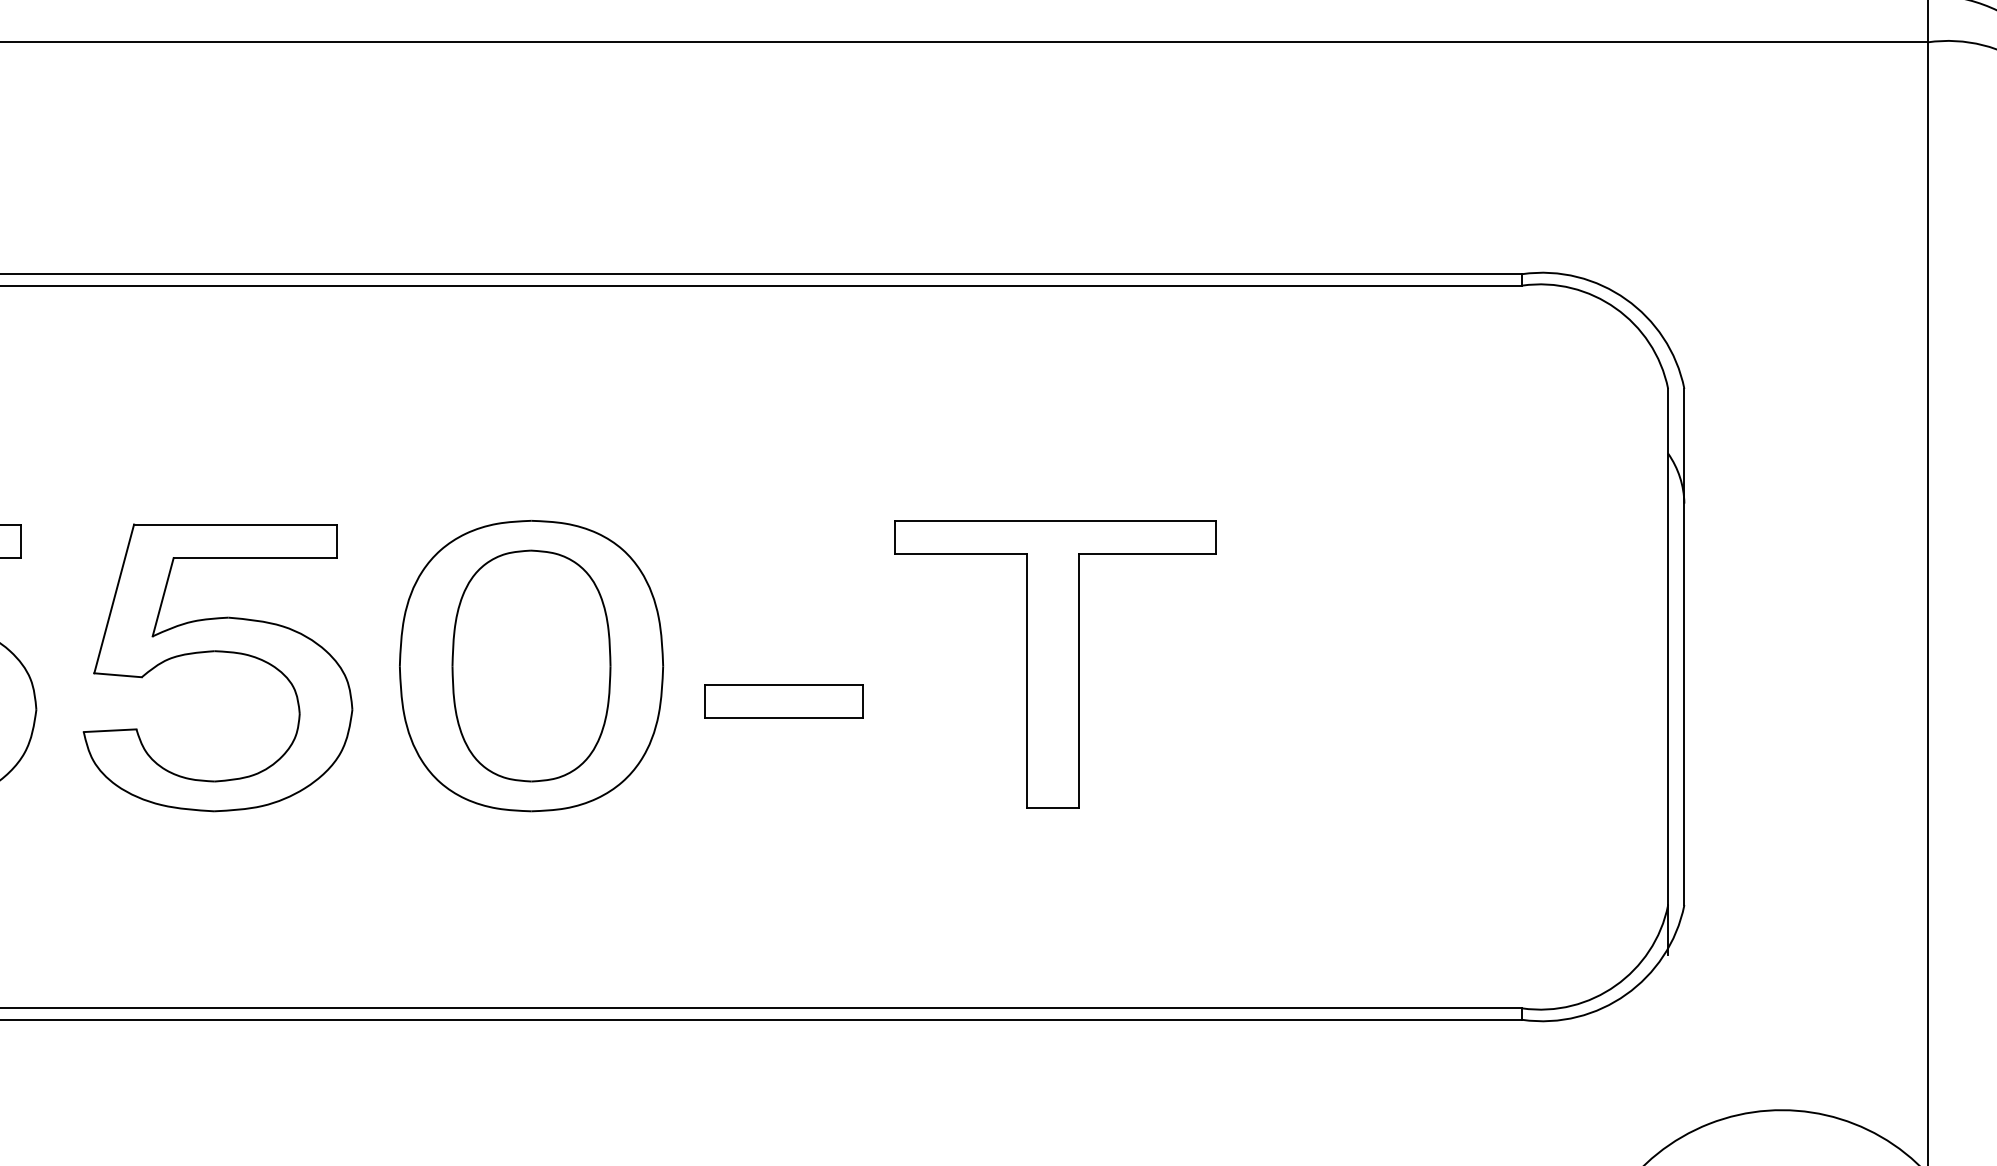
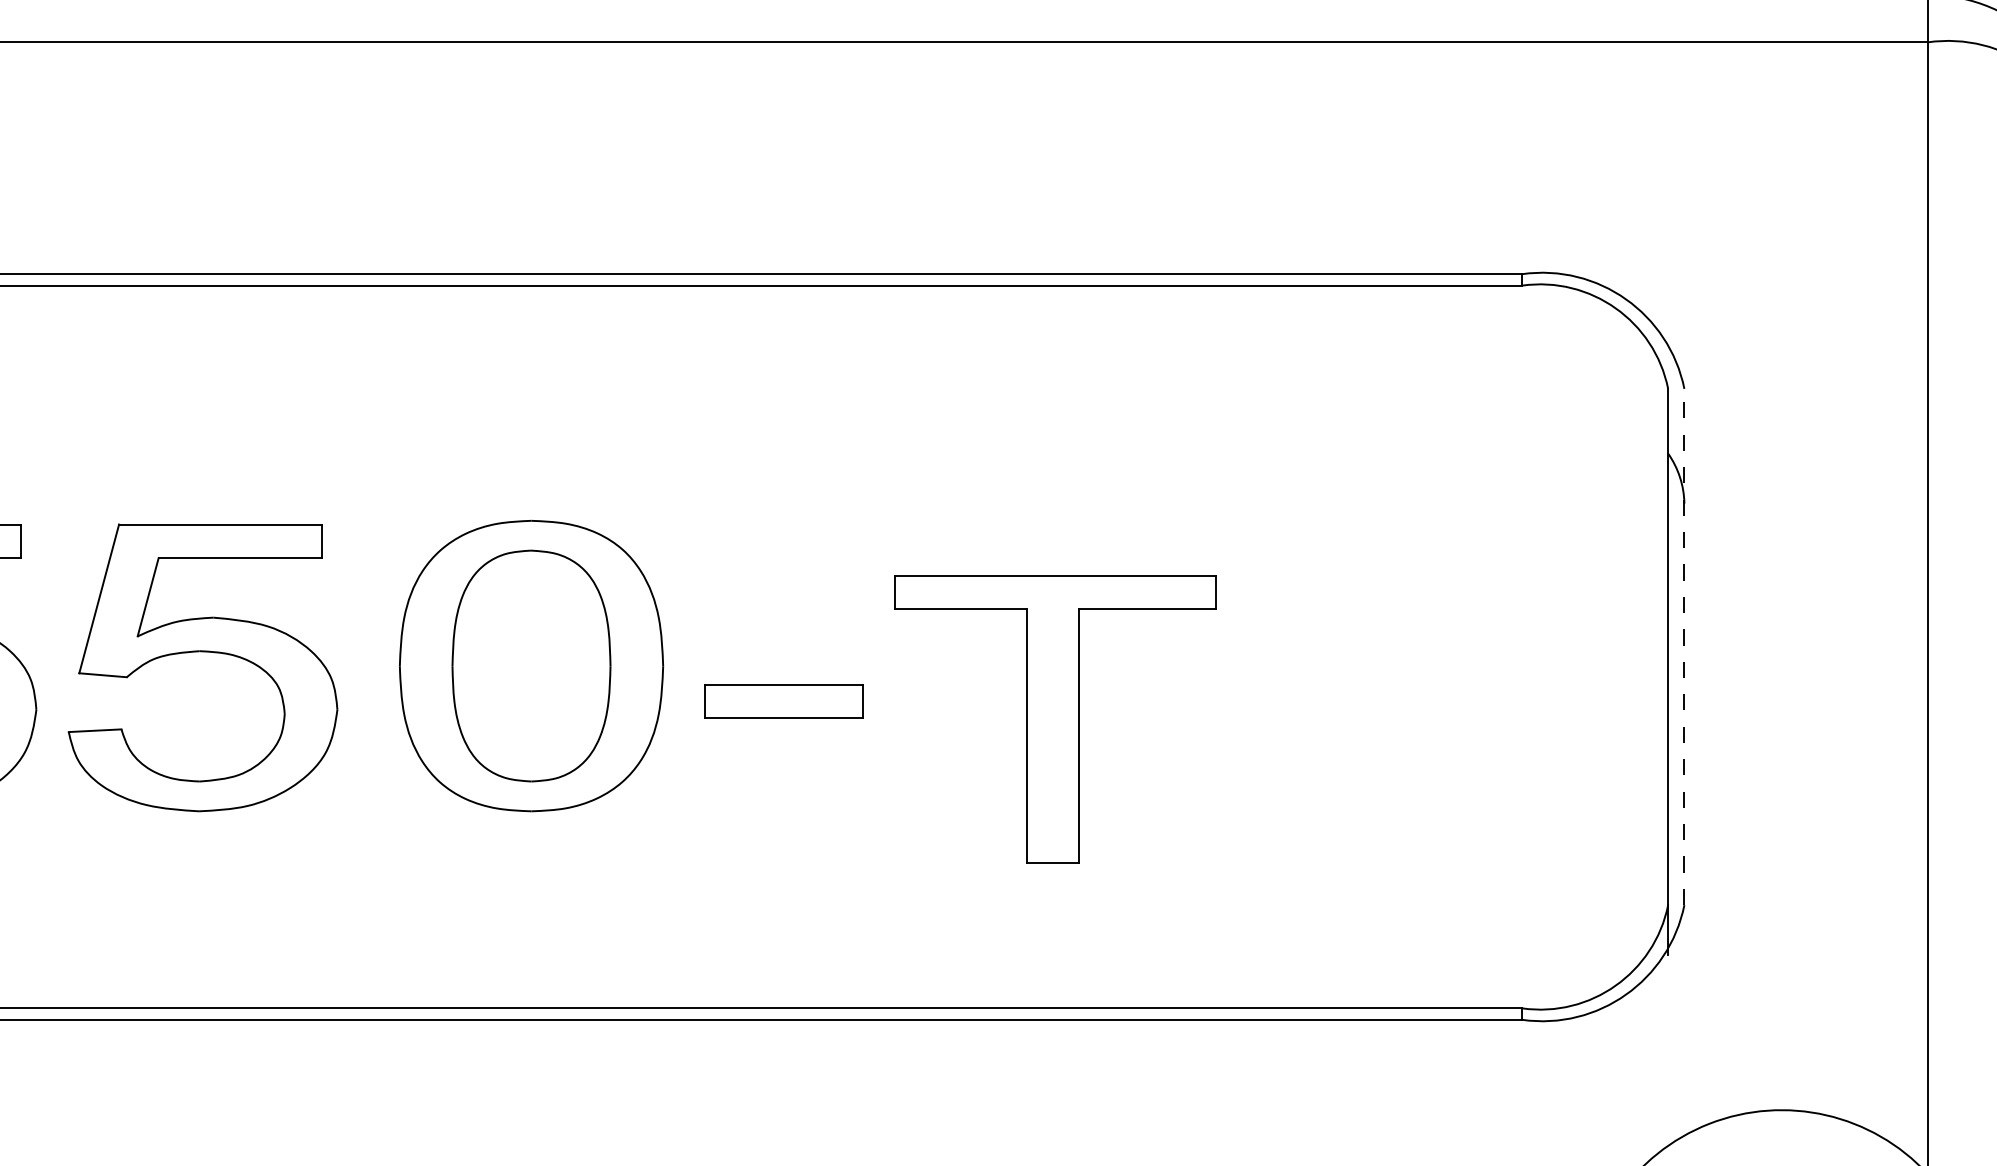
line at (1684, 646): solid -> dashed
part at (217, 652) position: (217, 652) -> (202, 652)
part at (1055, 664) position: (1055, 664) -> (1055, 719)
